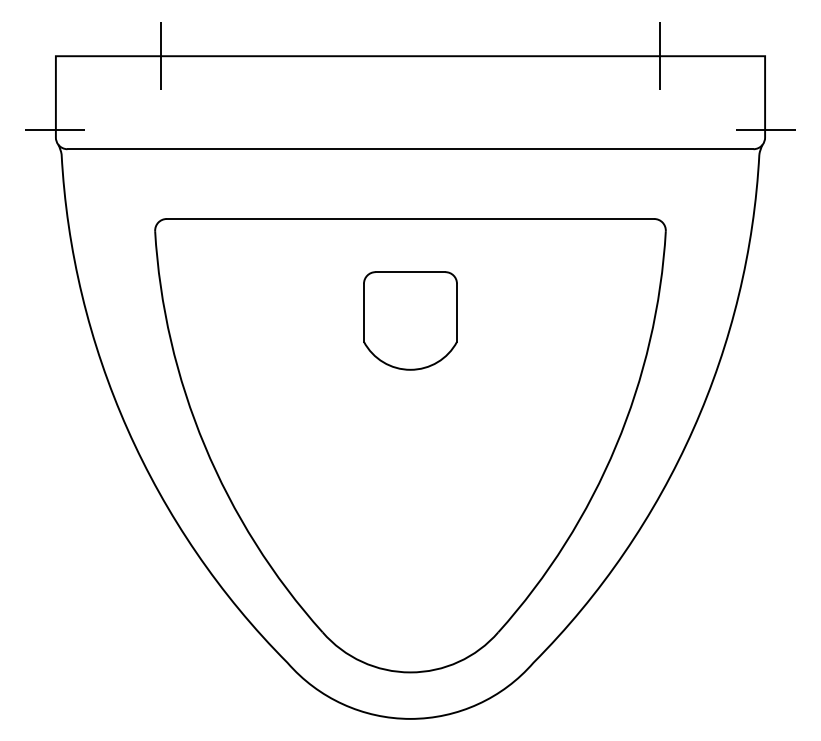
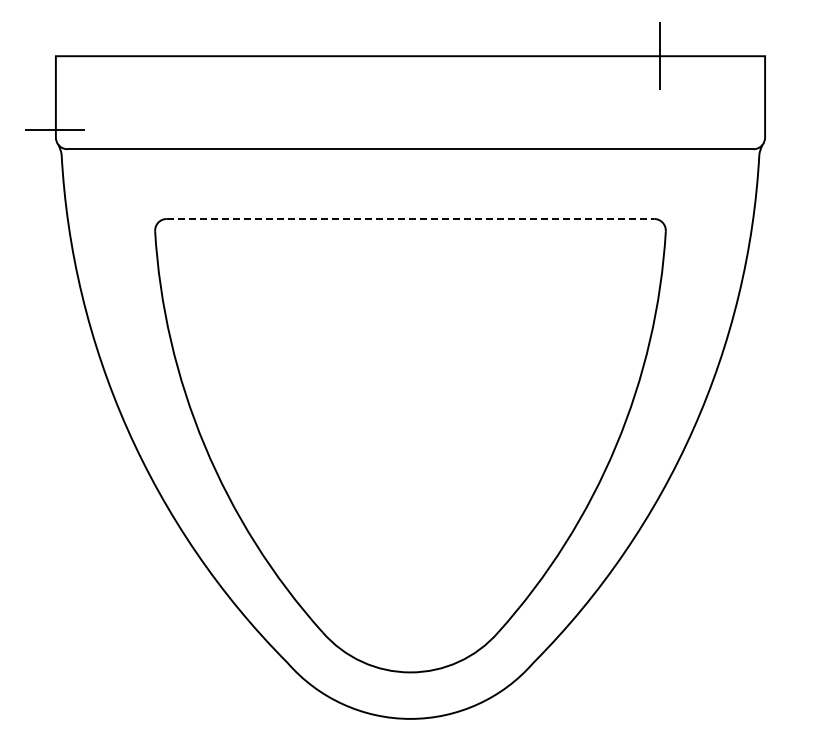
line at (160, 57): present -> none
line at (765, 130): present -> none
line at (410, 218): solid -> dashed
part at (410, 320): present -> none
